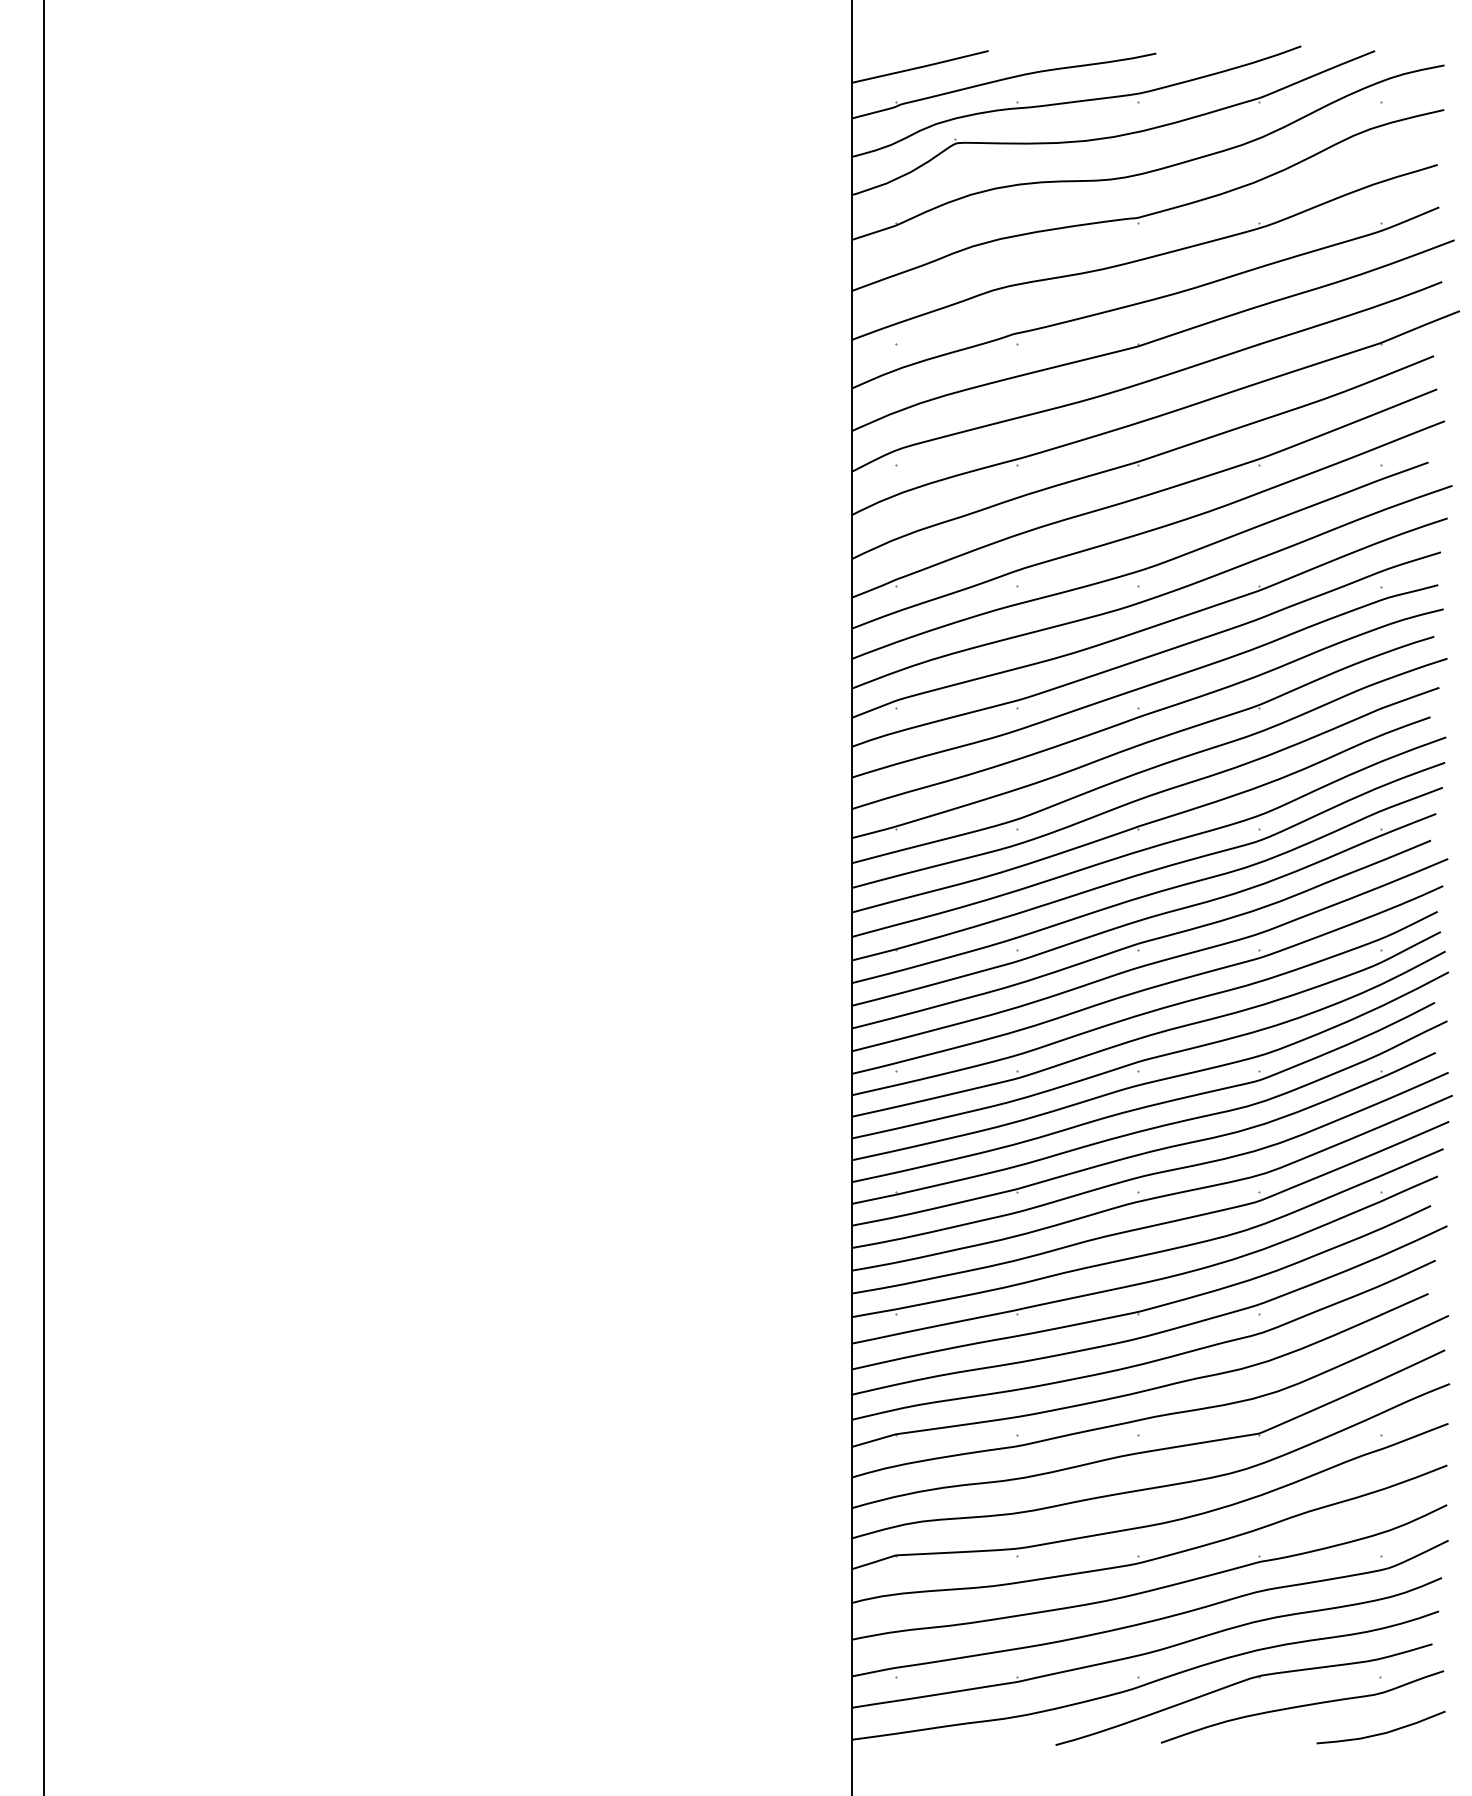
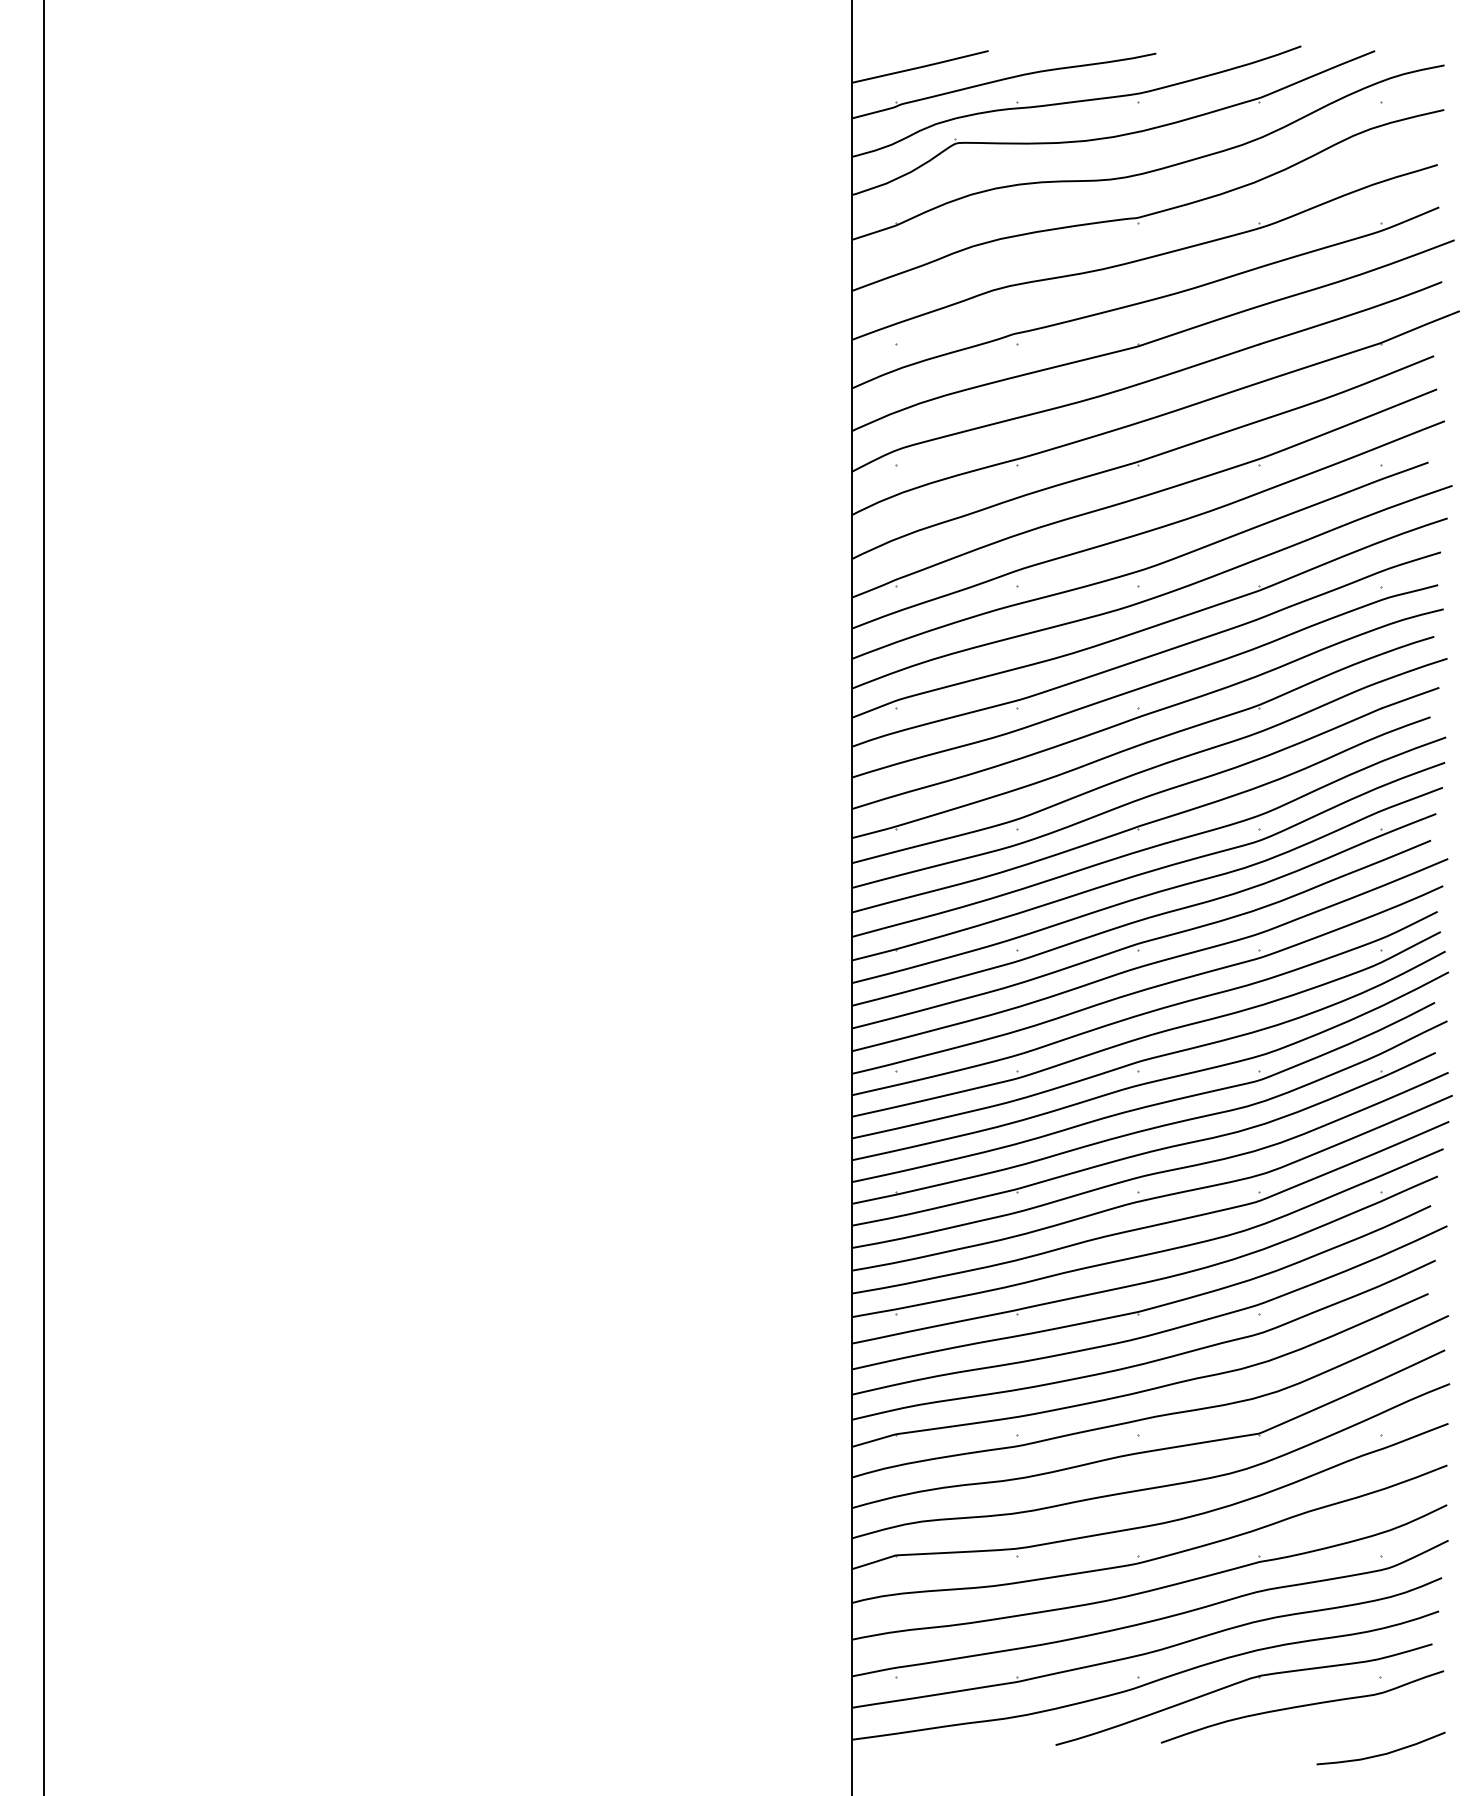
curve at (1382, 1732) position: (1382, 1732) -> (1382, 1753)
